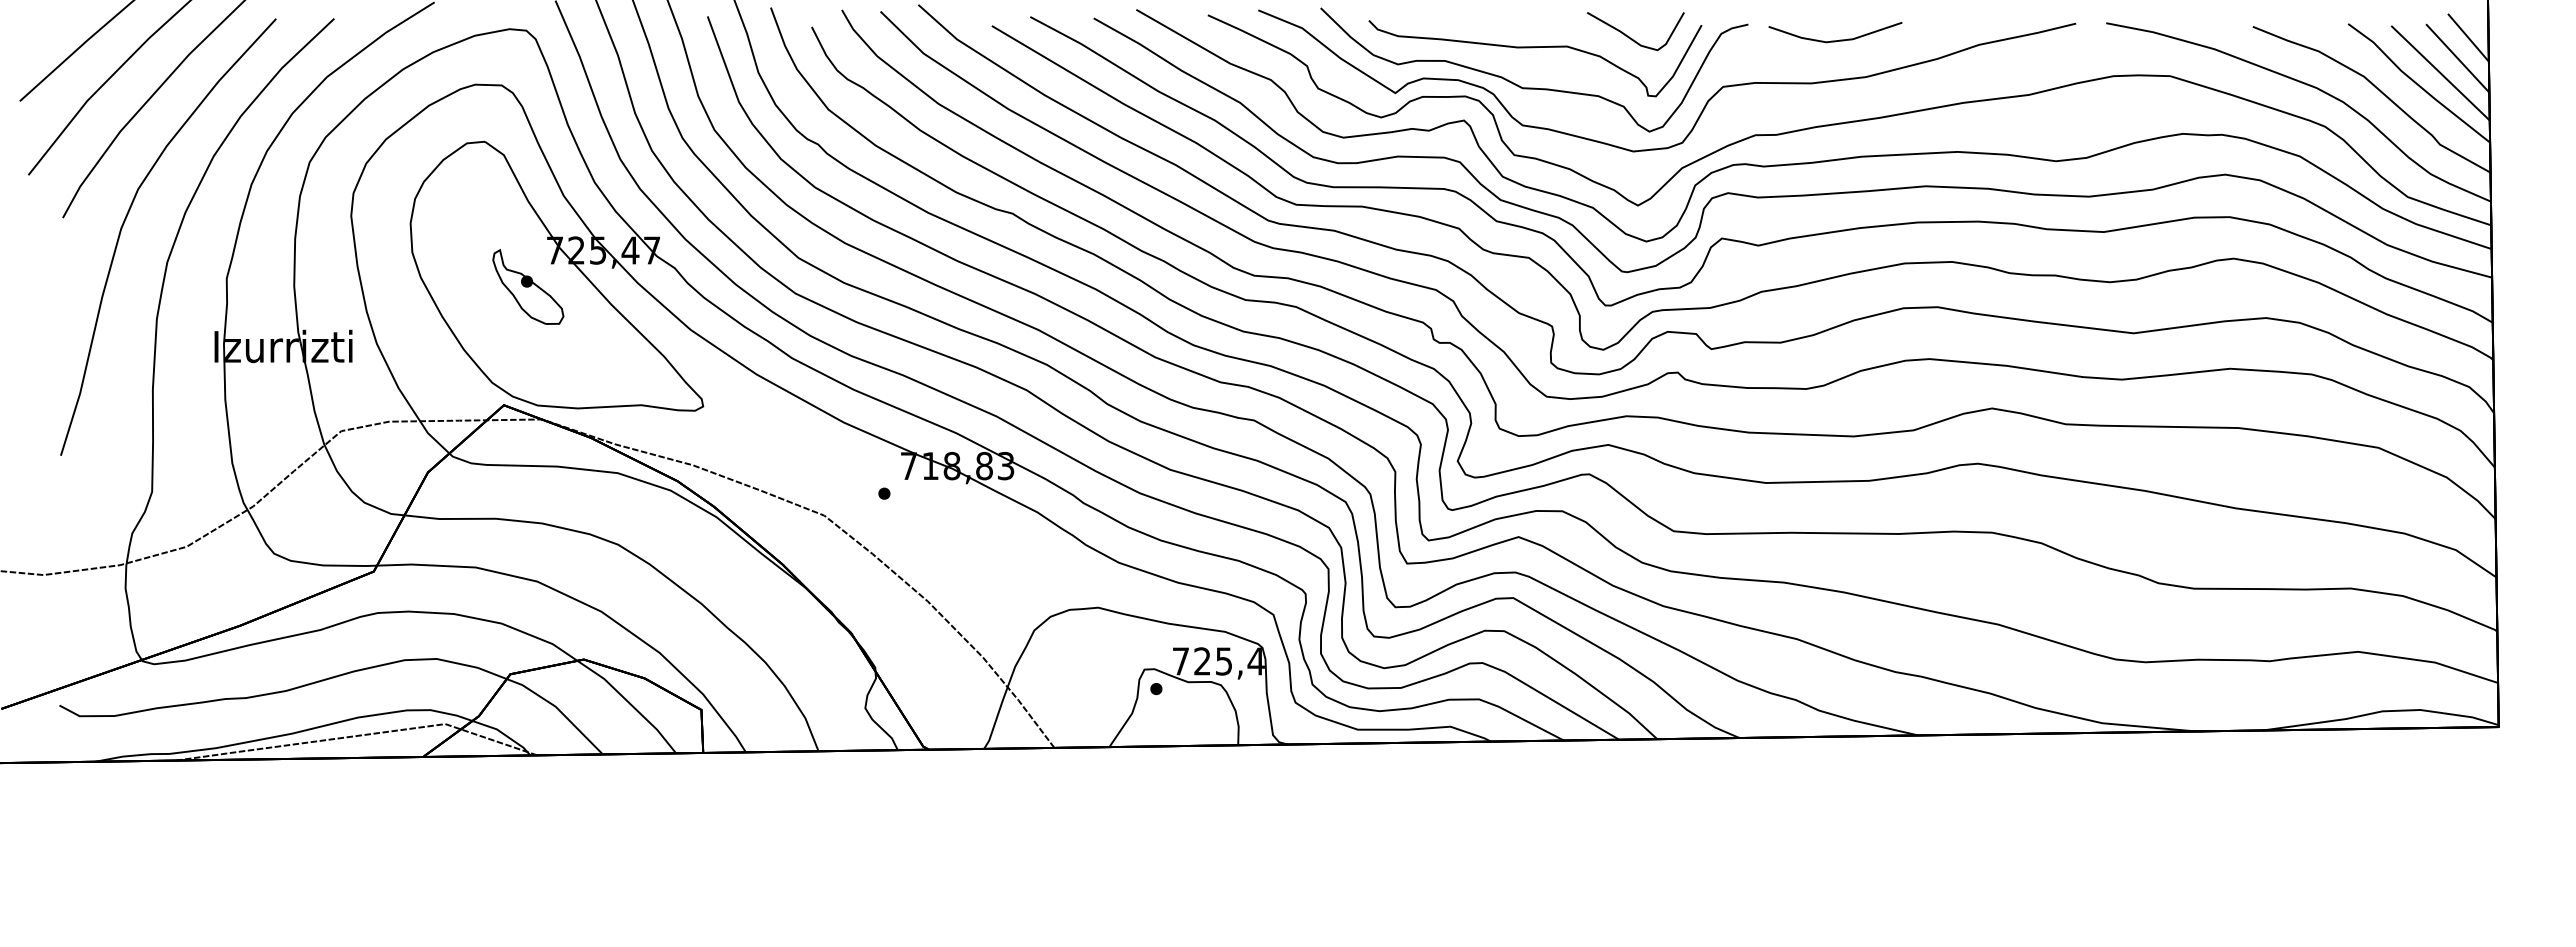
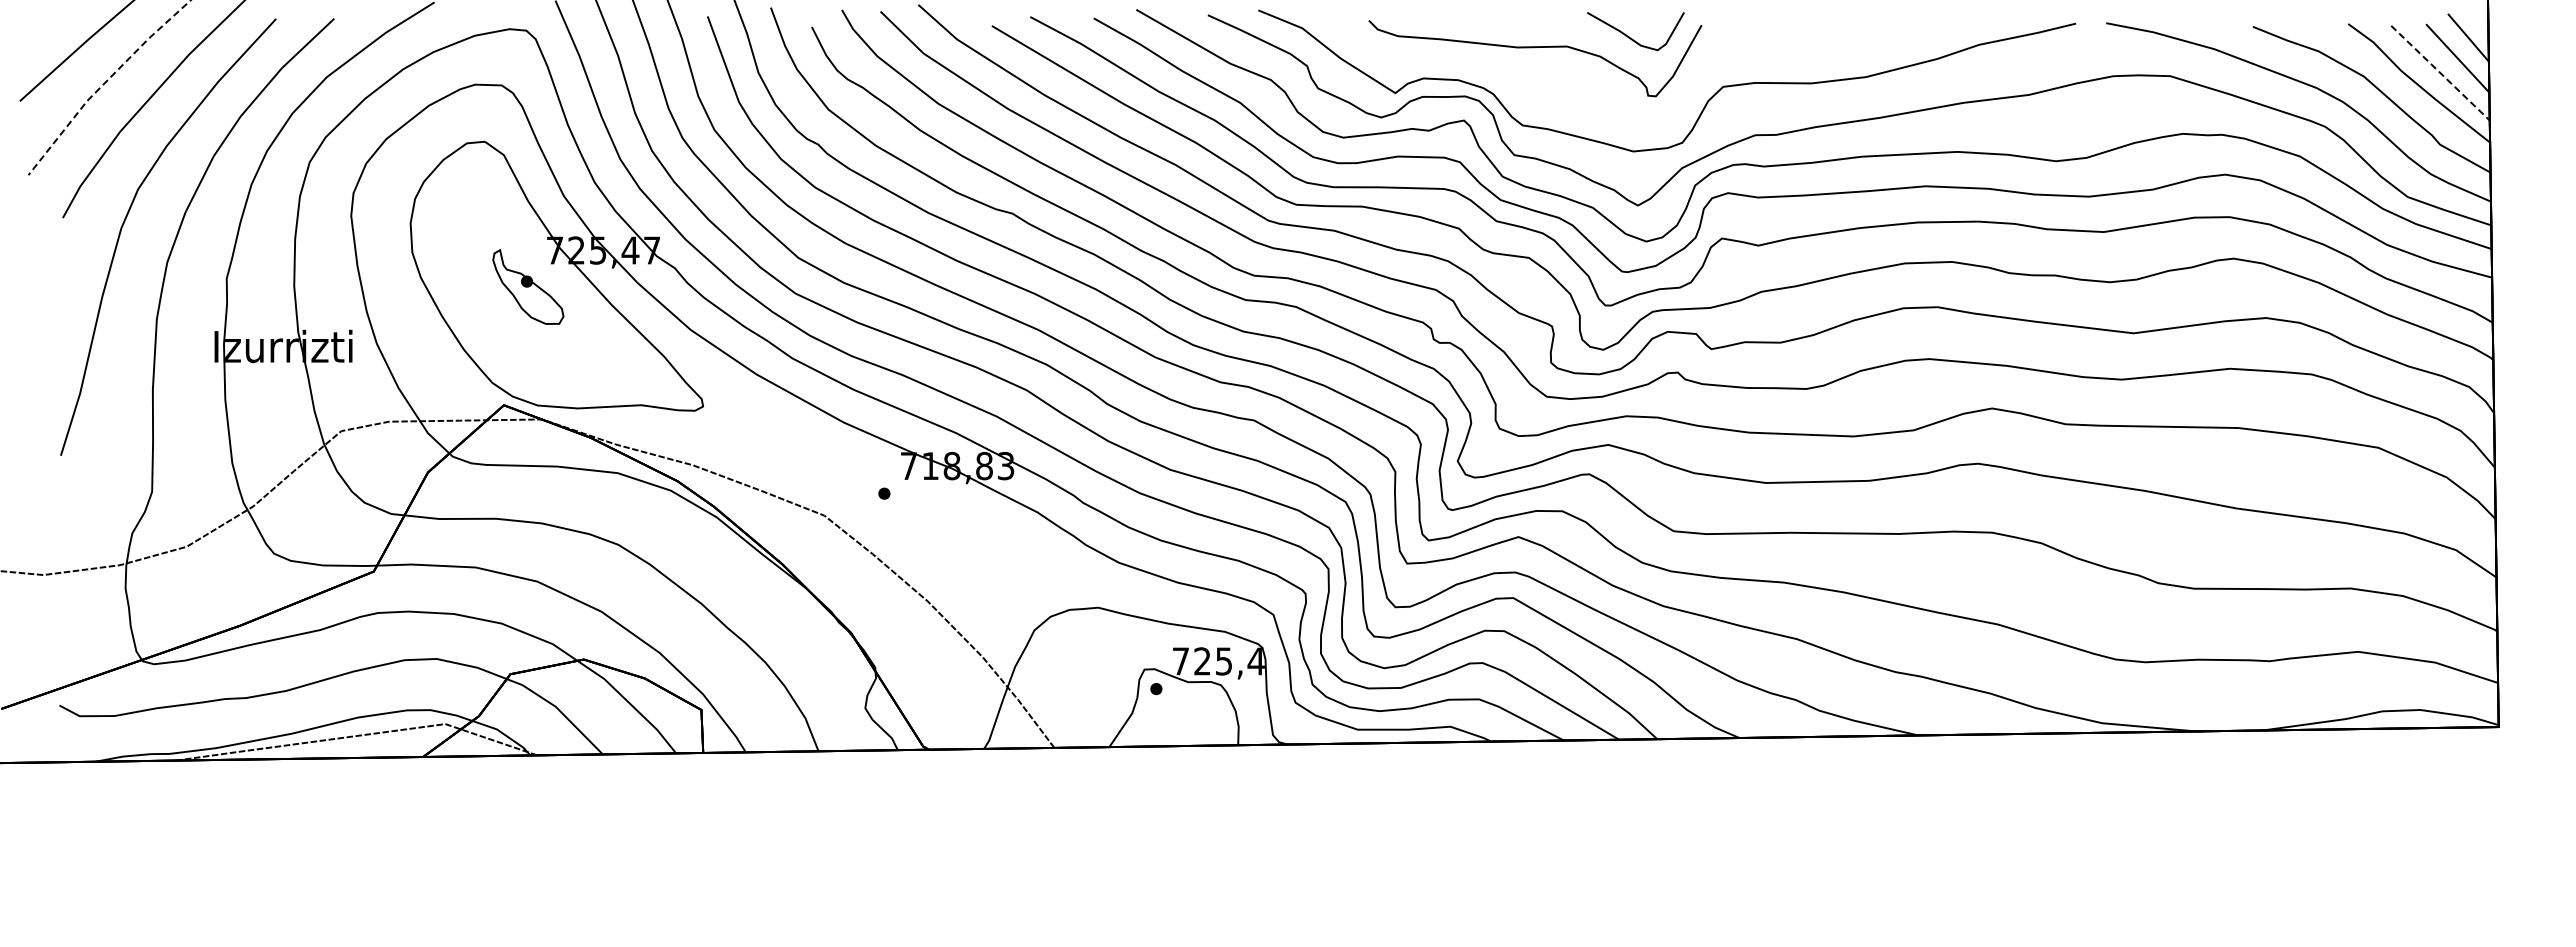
line at (1835, 40): present -> none
line at (2440, 73): solid -> dashed
line at (104, 83): solid -> dashed
curve at (1534, 87): present -> none
